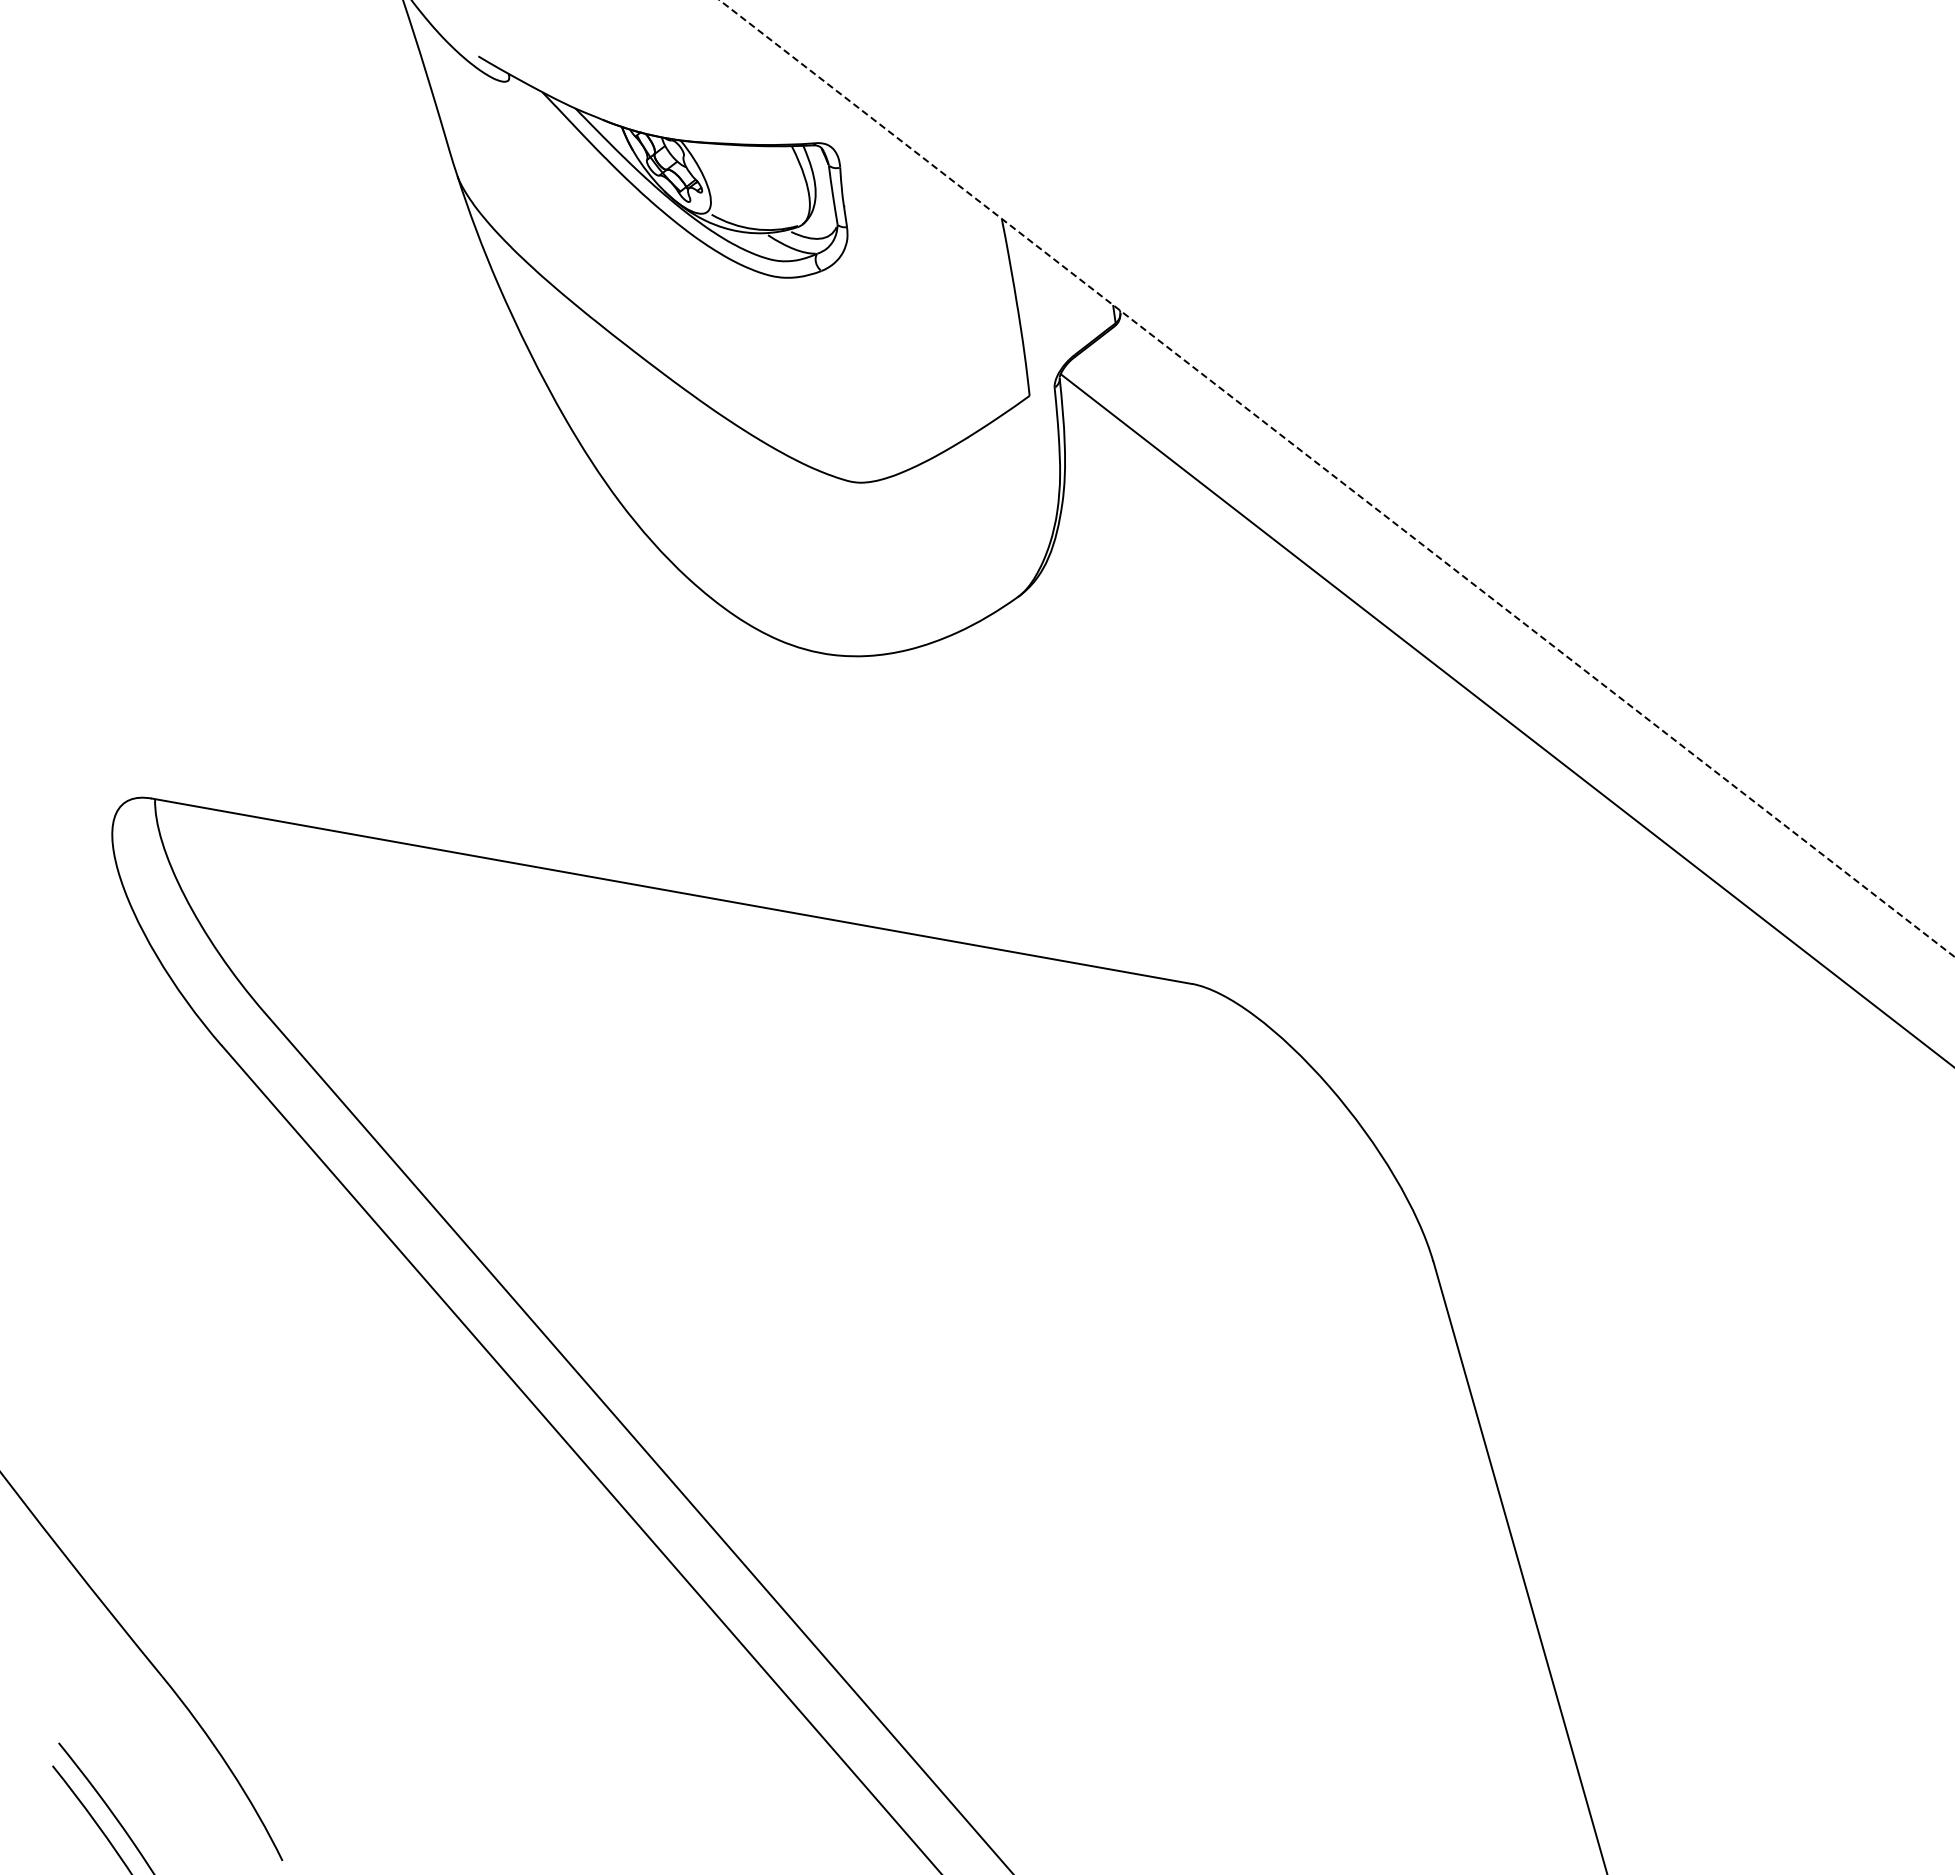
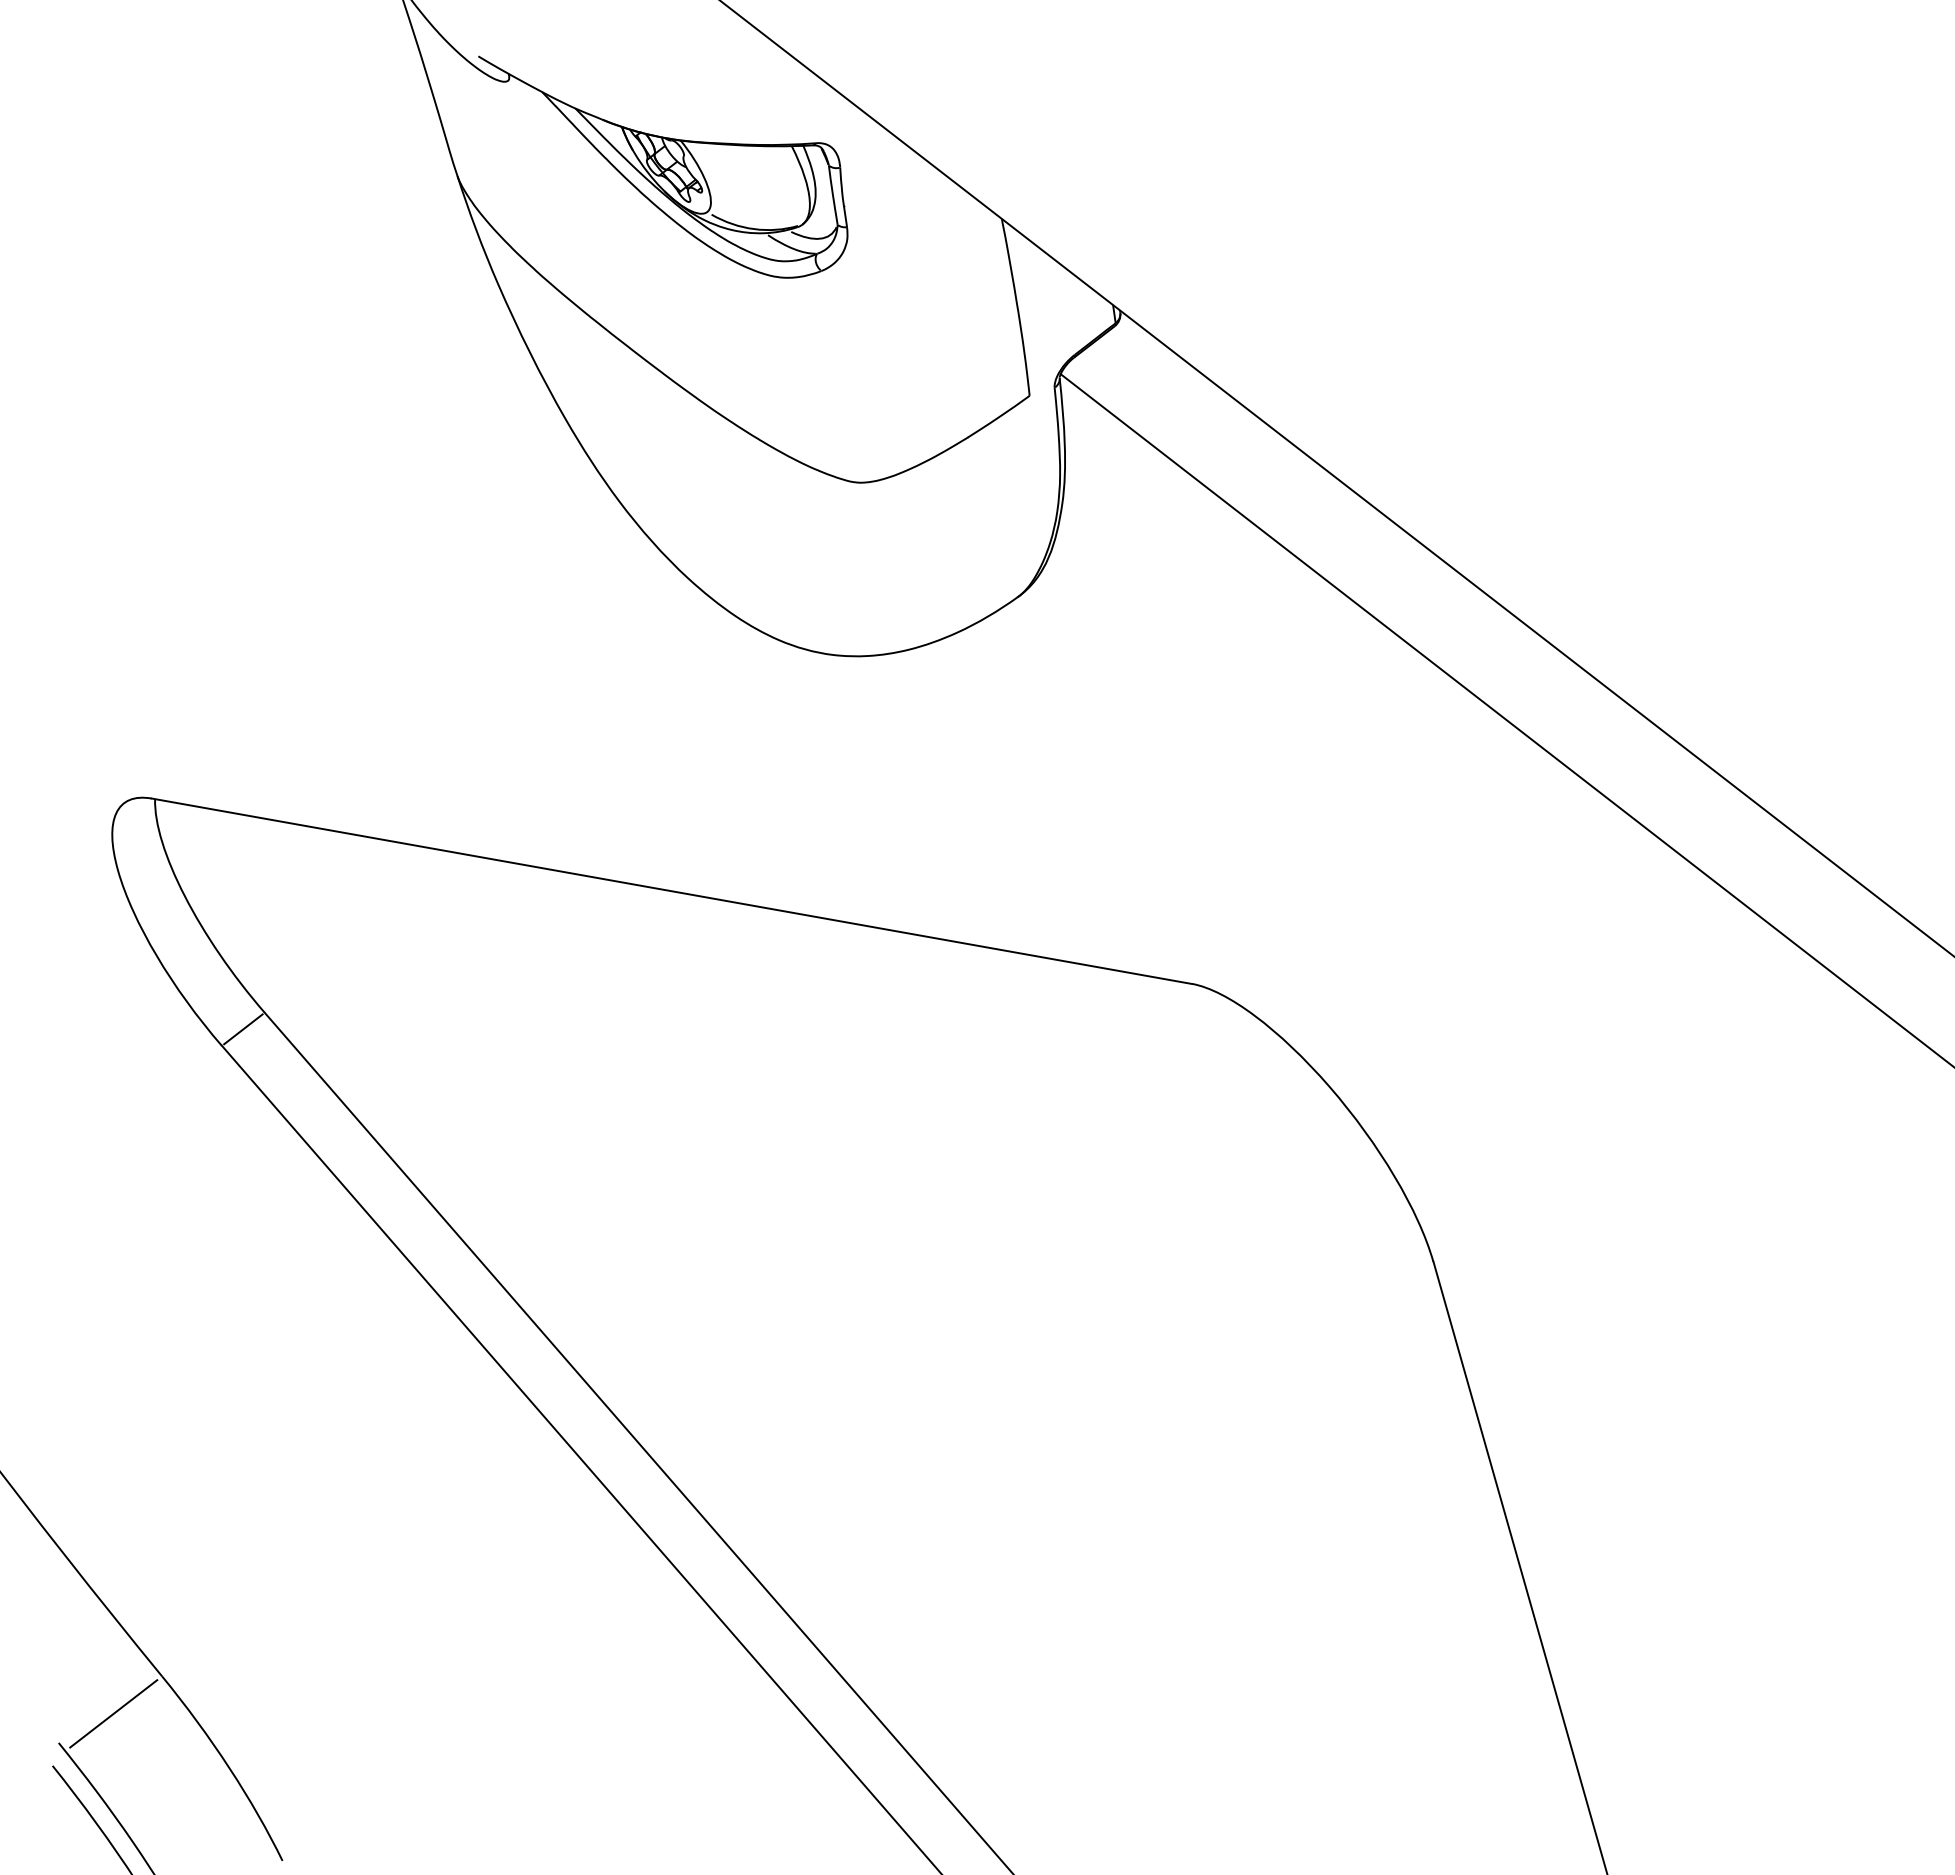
line at (1337, 478): dashed -> solid
line at (243, 1029): none -> present
line at (113, 1713): none -> present
